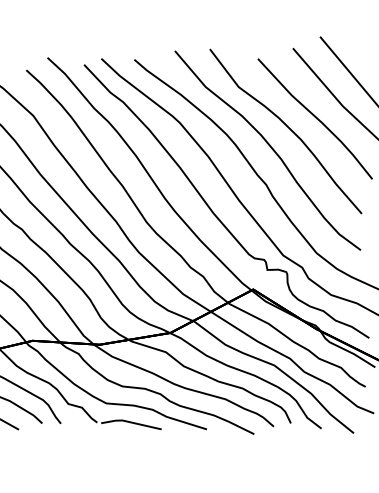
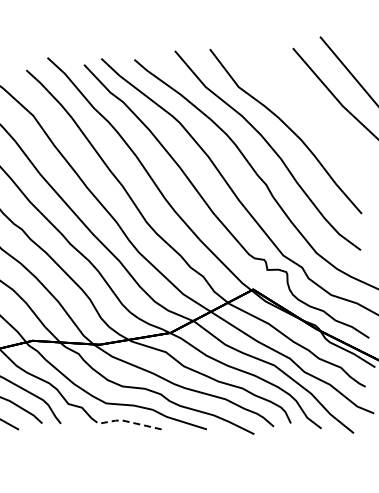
curve at (314, 117): present -> none
line at (130, 422): solid -> dashed
